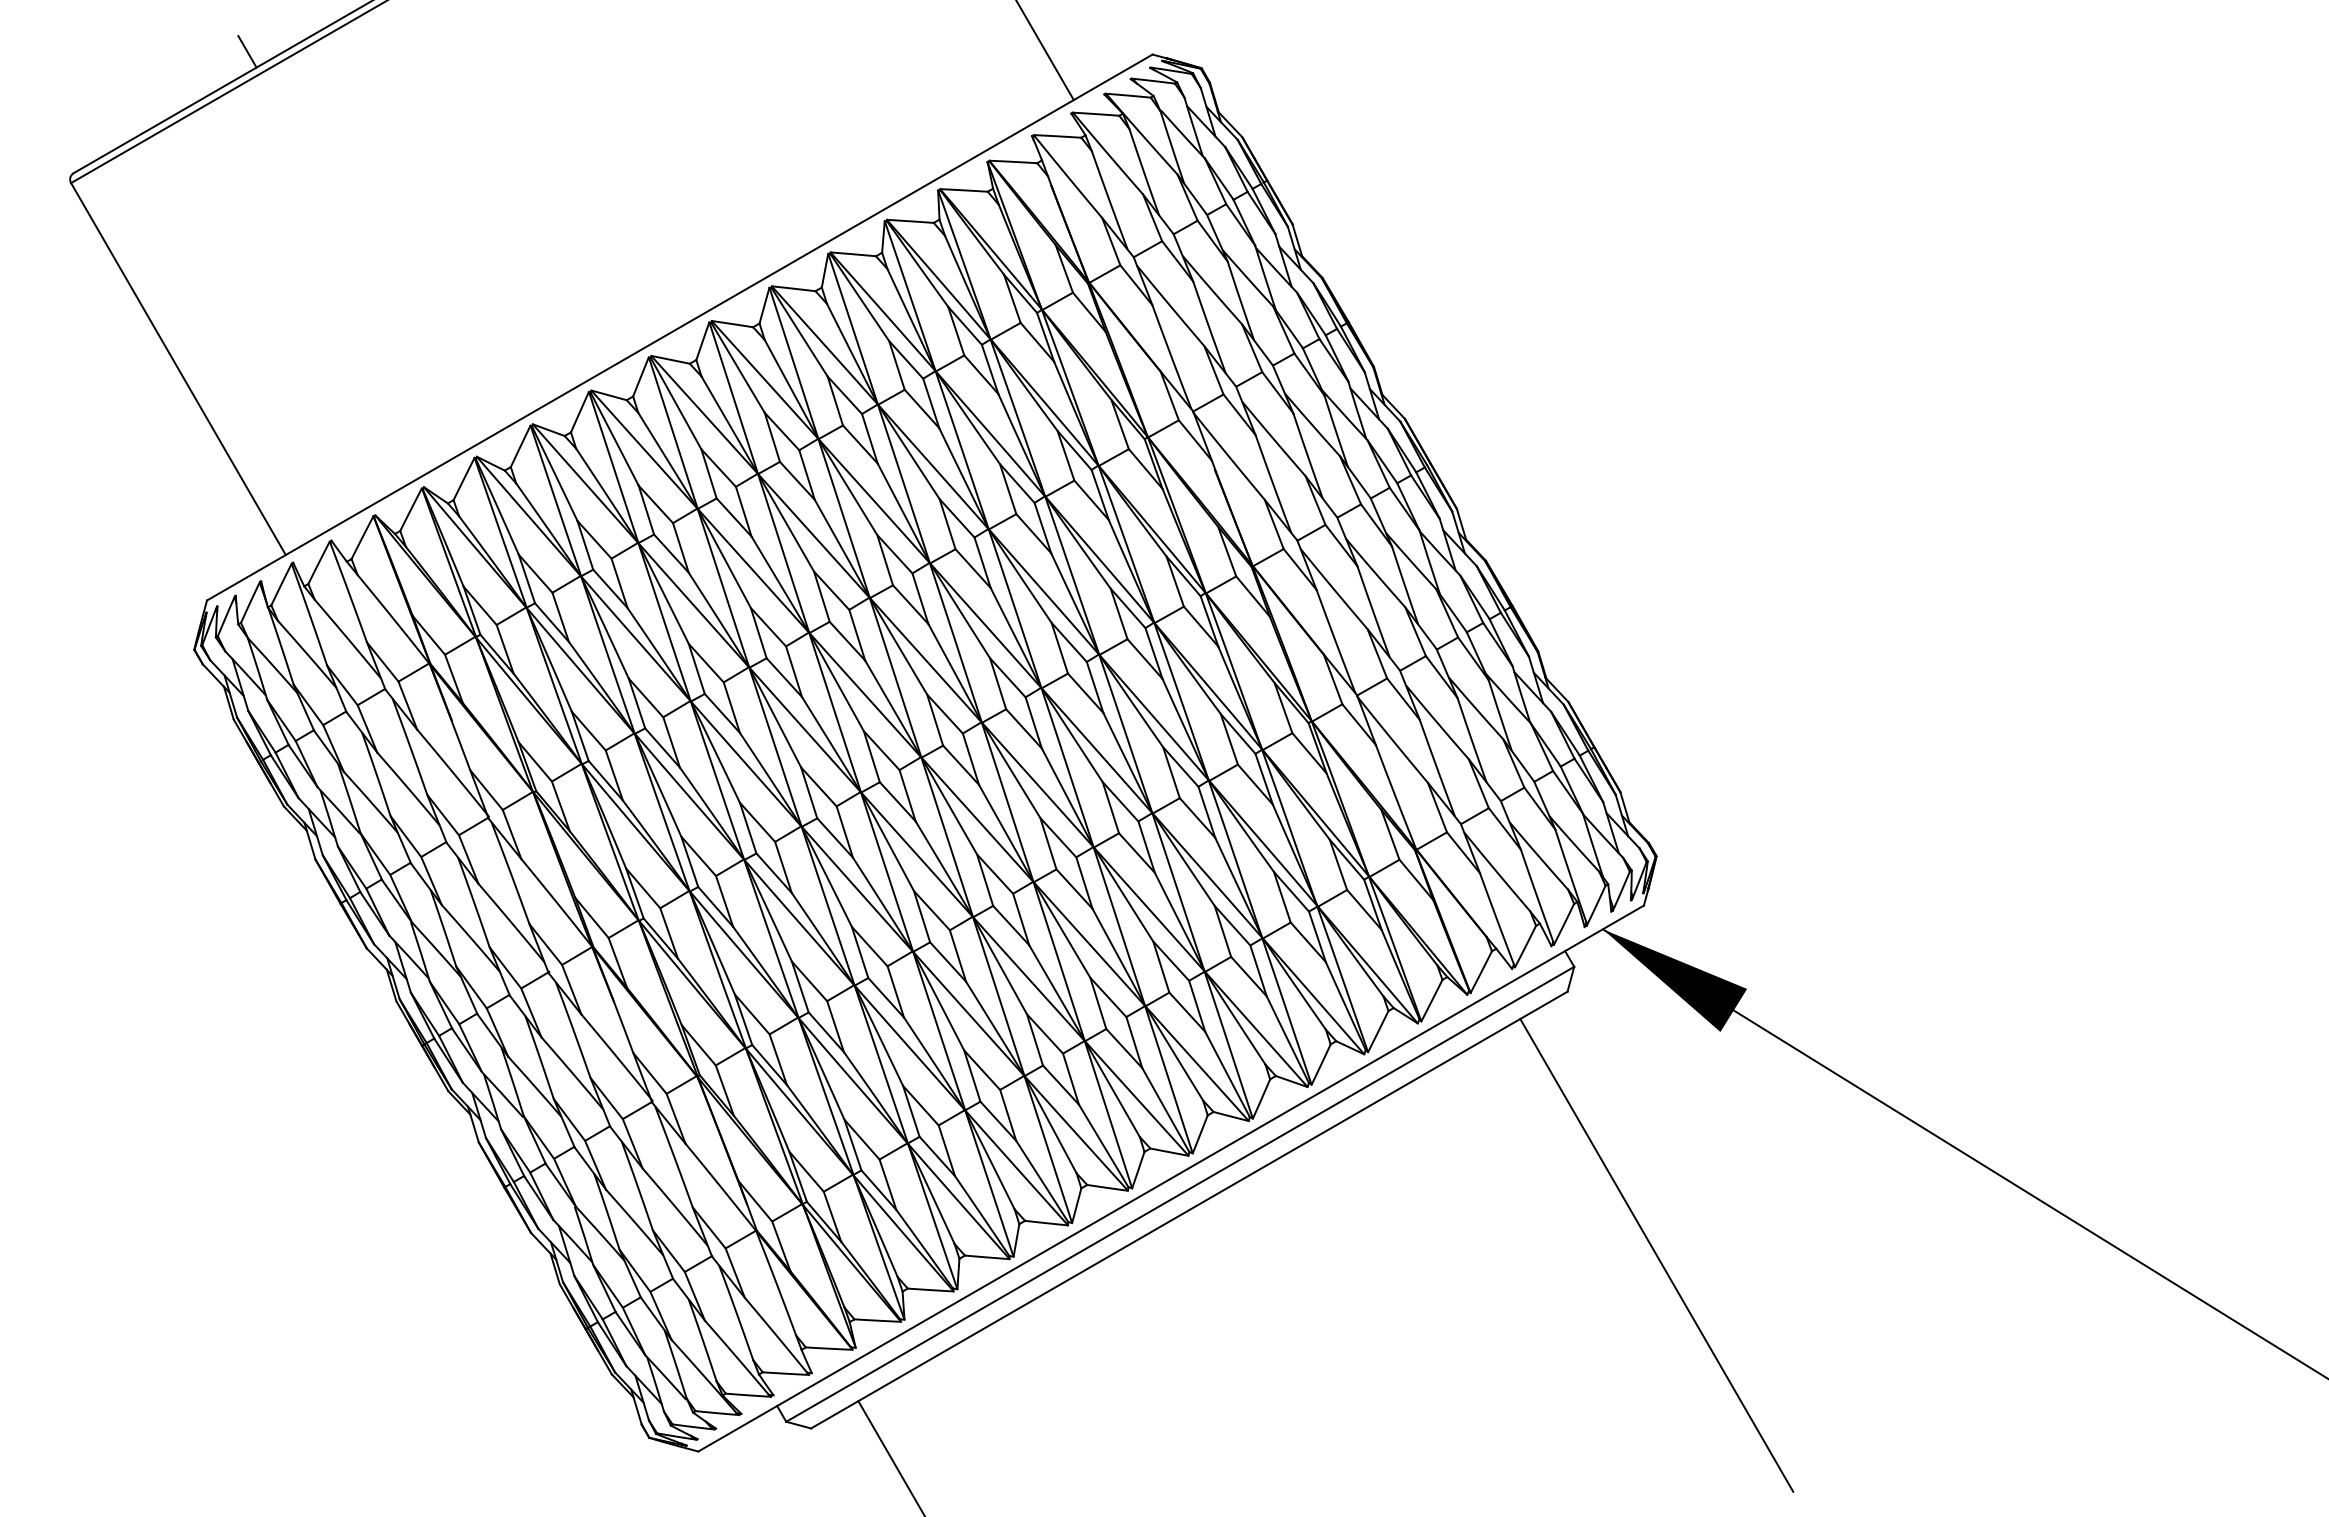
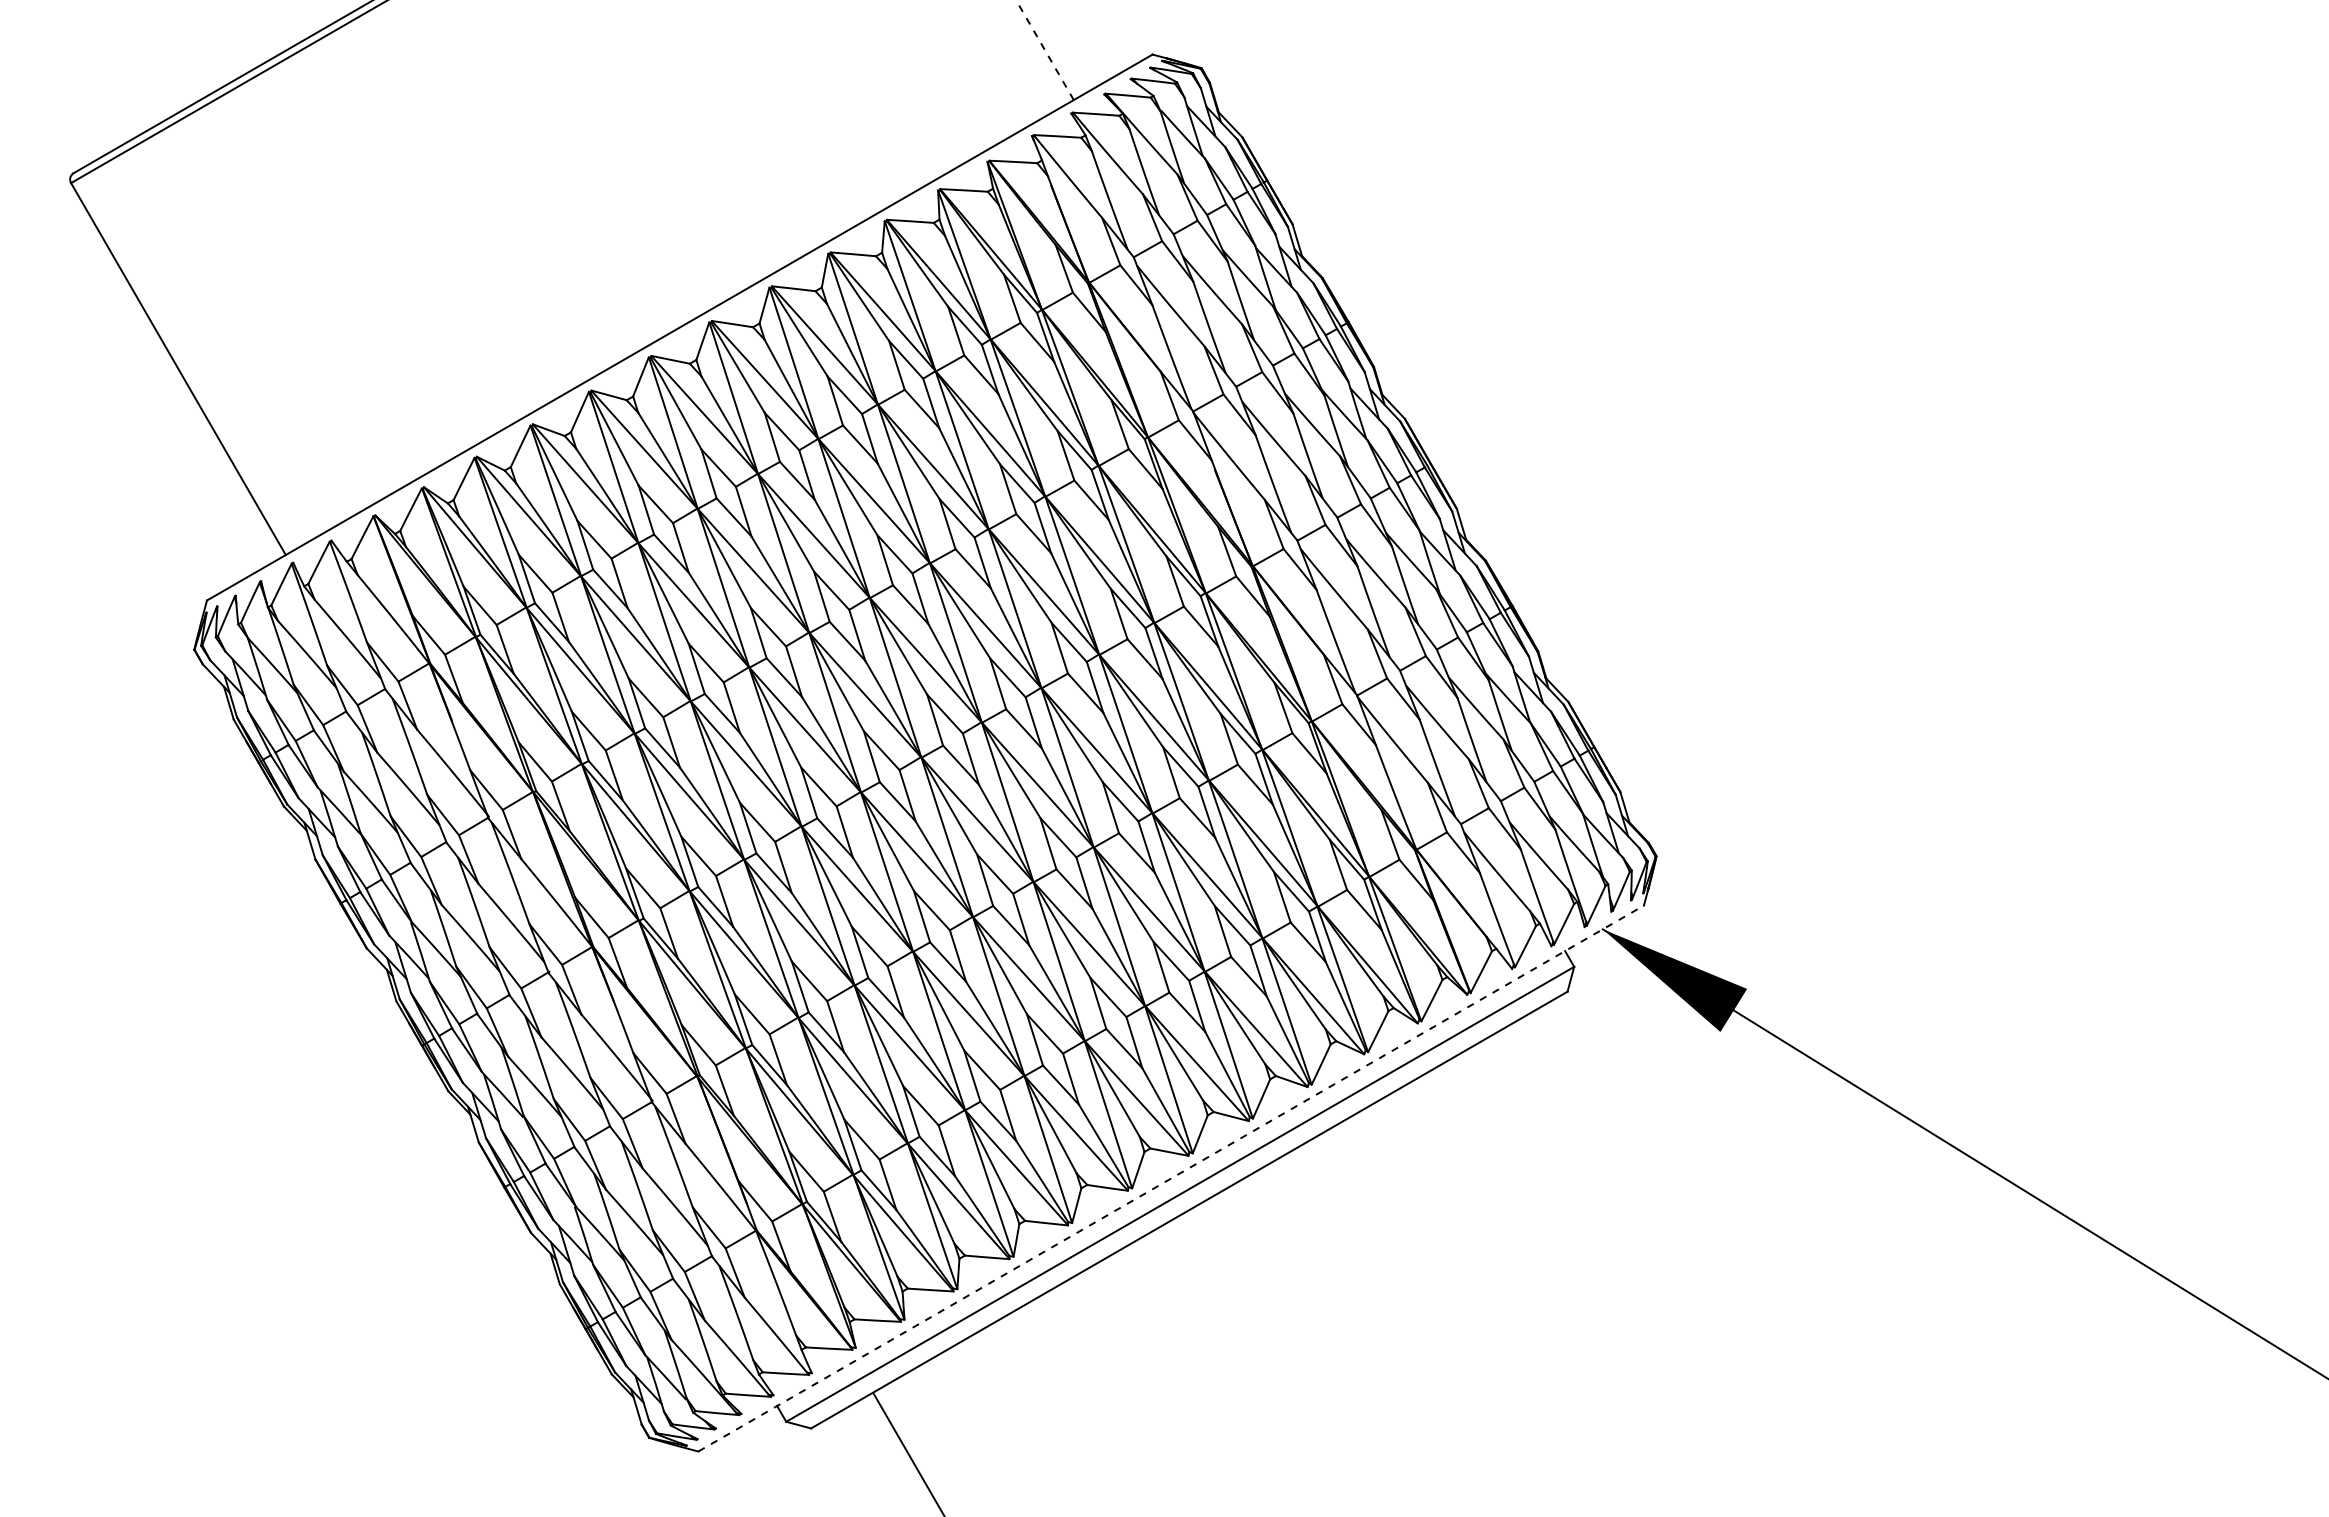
line at (1044, 49): solid -> dashed
line at (247, 51): present -> none
line at (1171, 1178): solid -> dashed
line at (1656, 1255): present -> none
line at (890, 1457) position: (890, 1457) -> (908, 1453)
